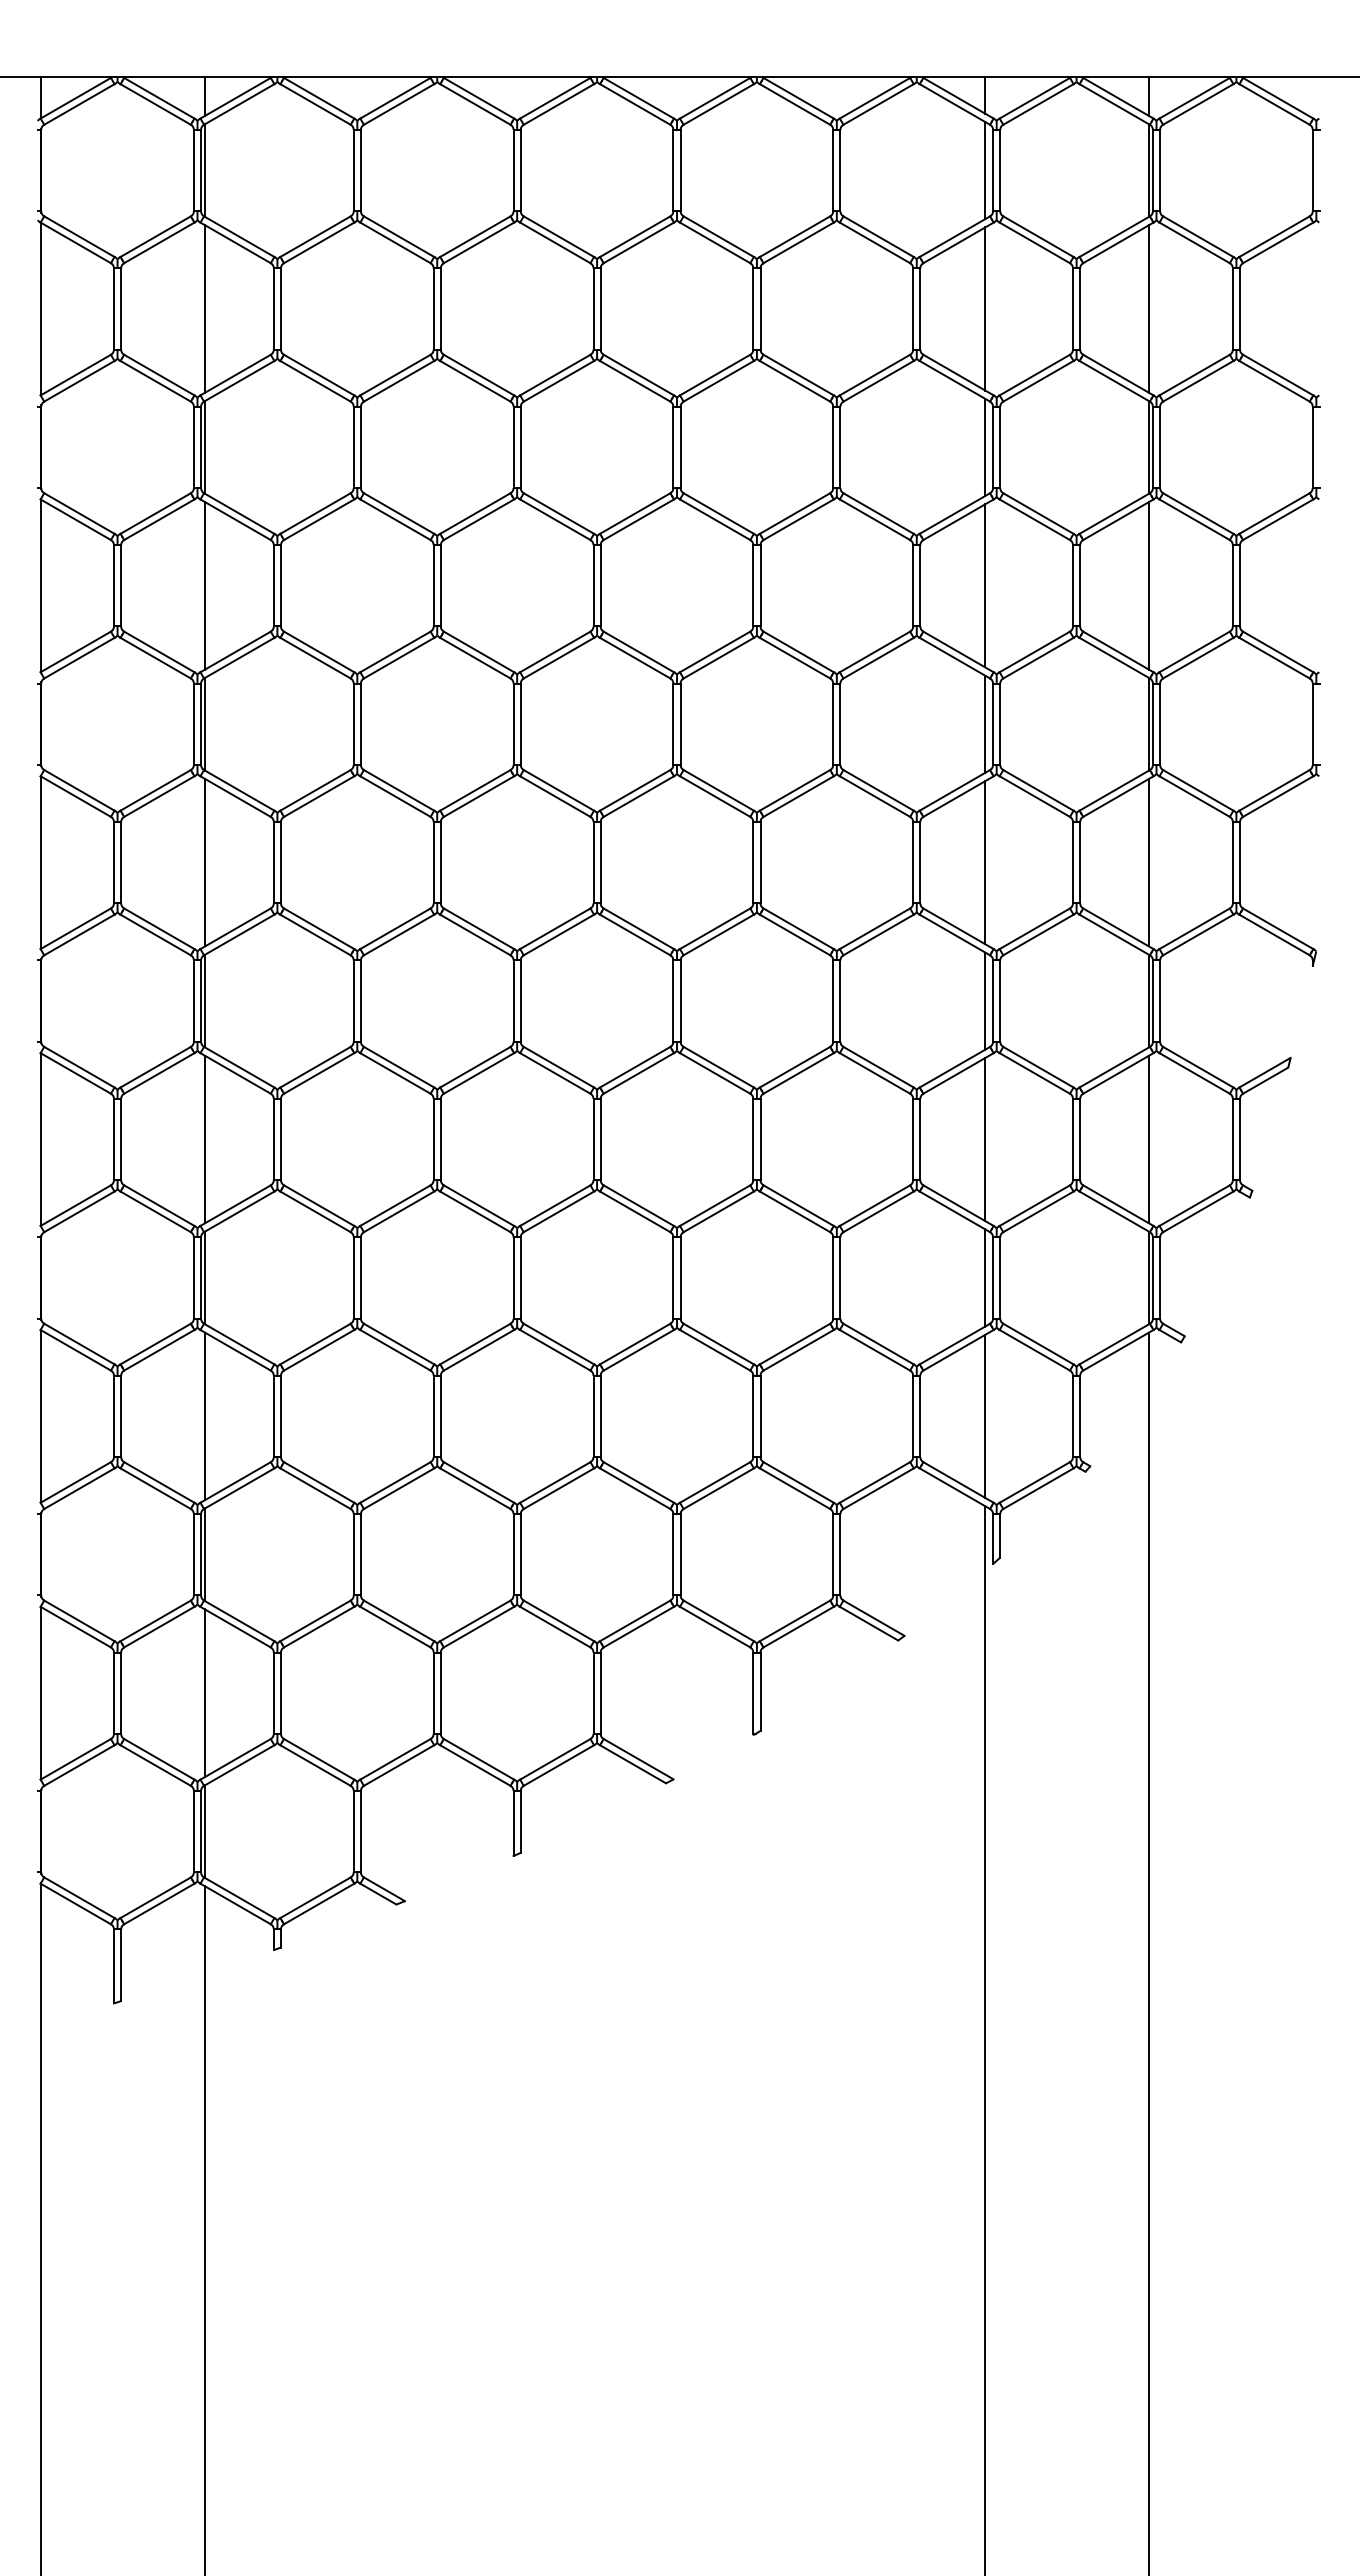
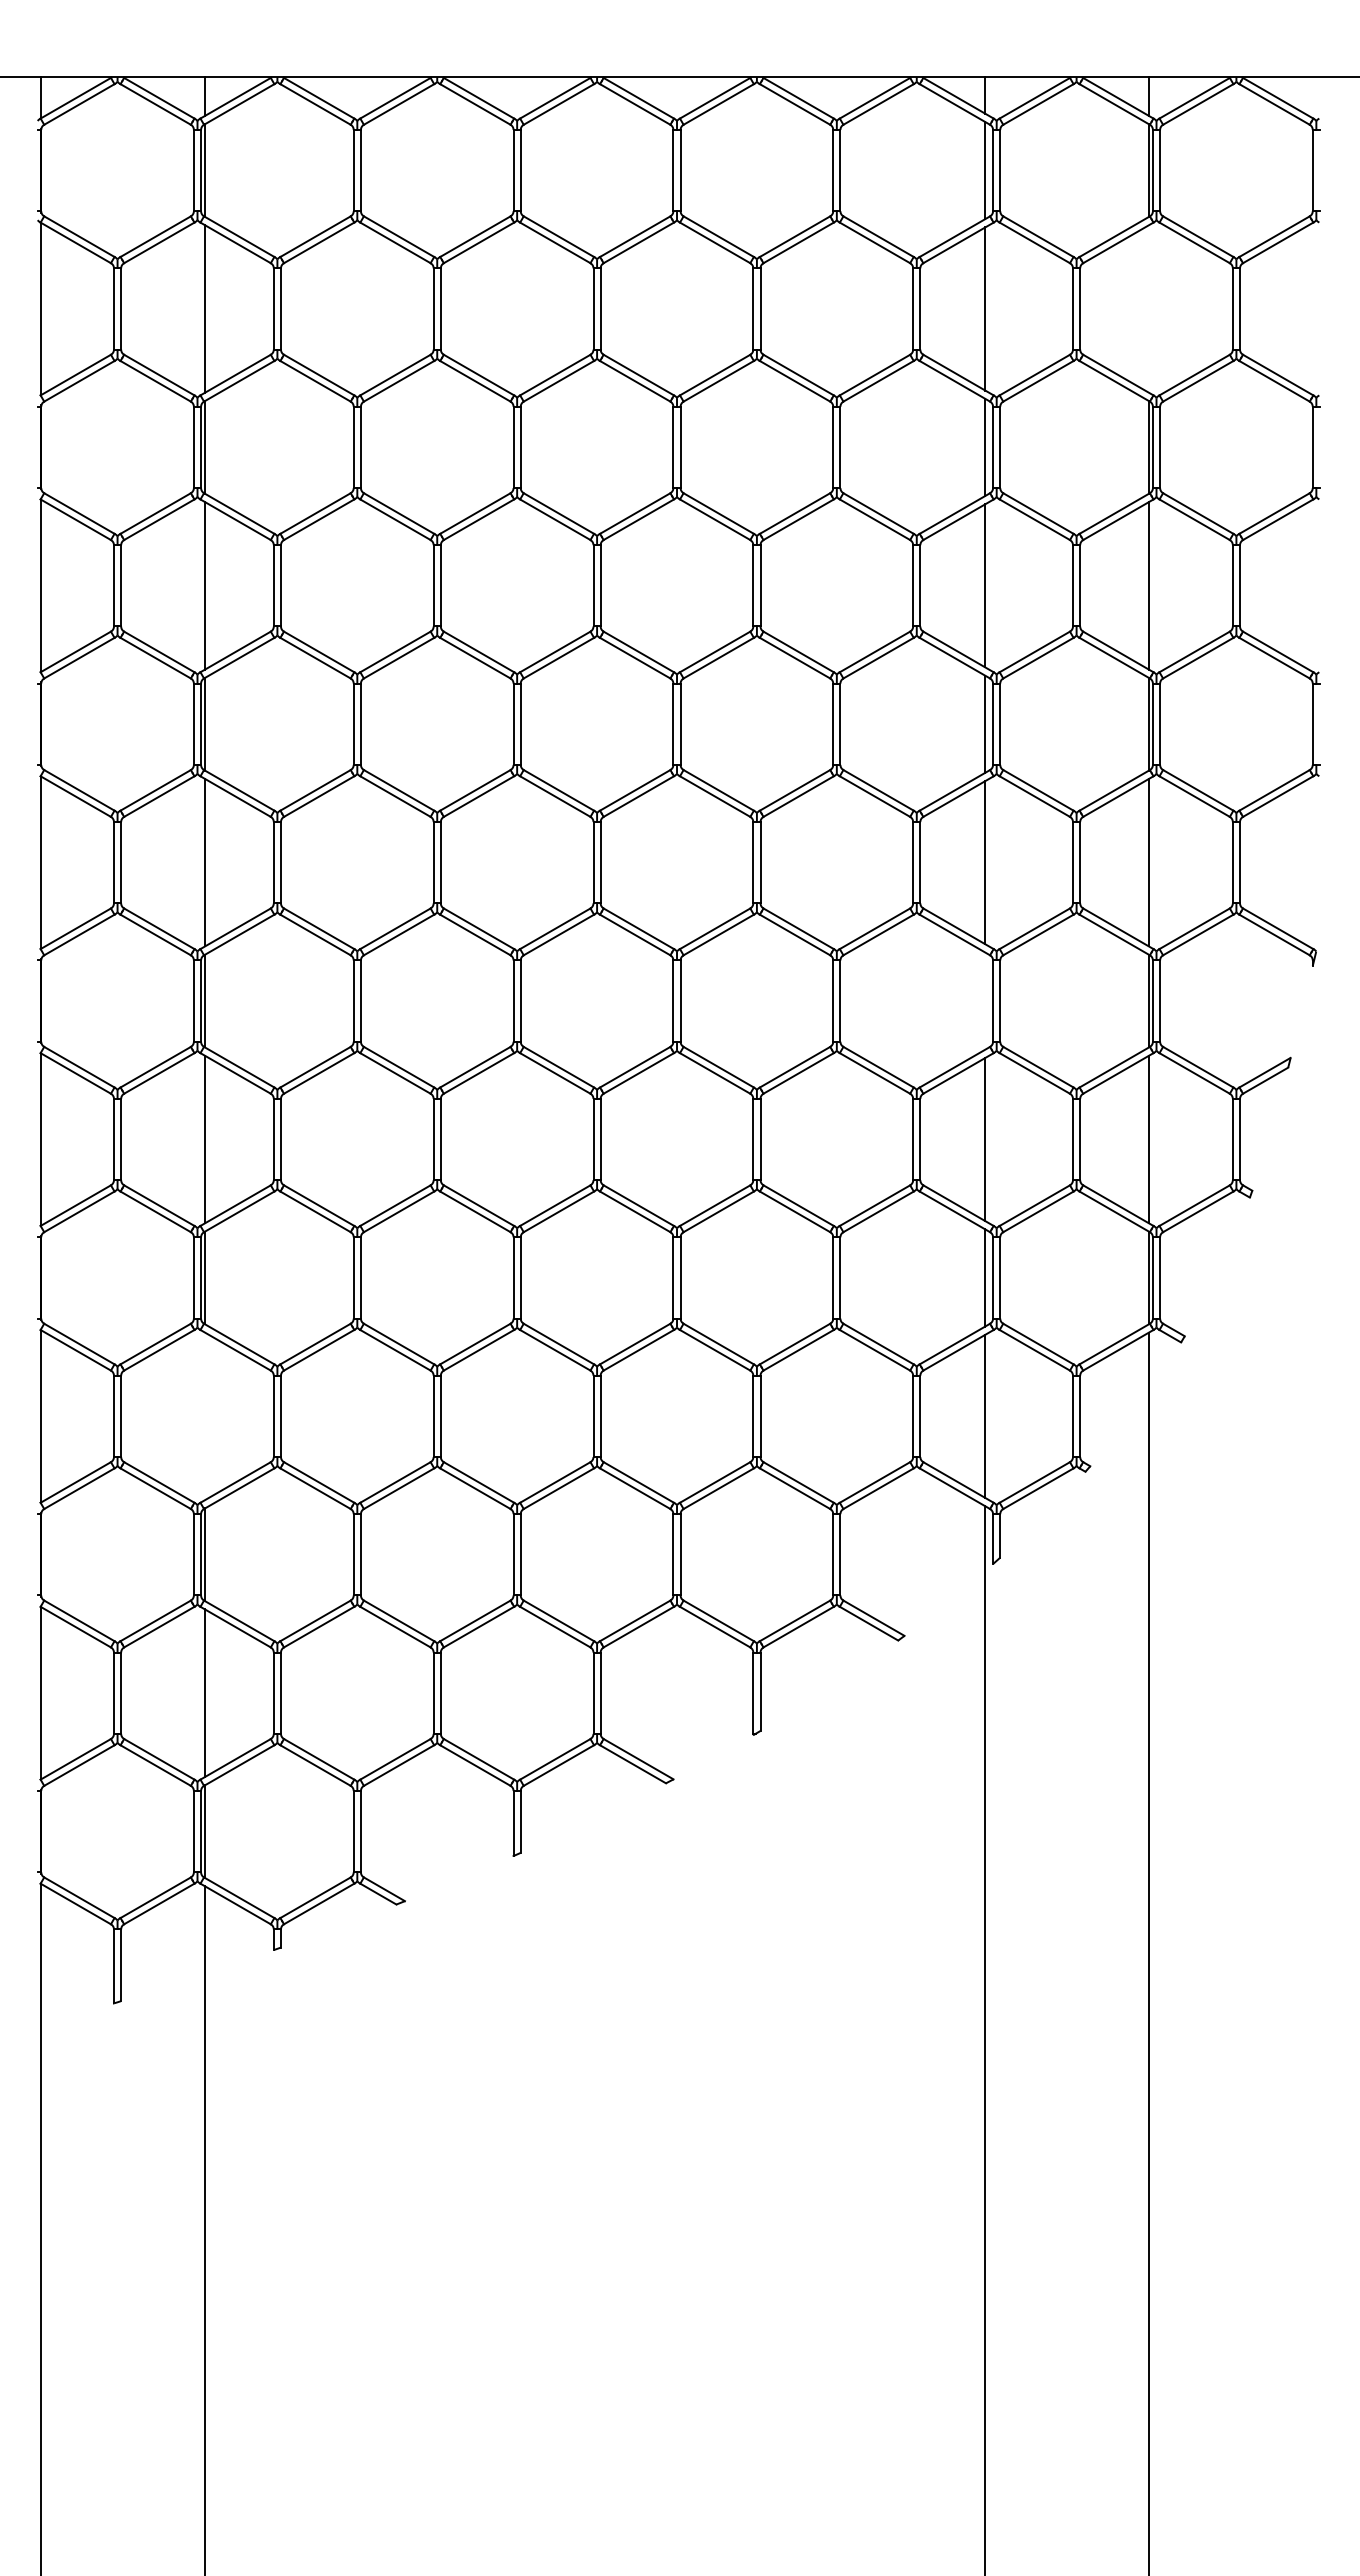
line at (1148, 308): present -> none
line at (985, 1000): present -> none
line at (205, 1416): present -> none
